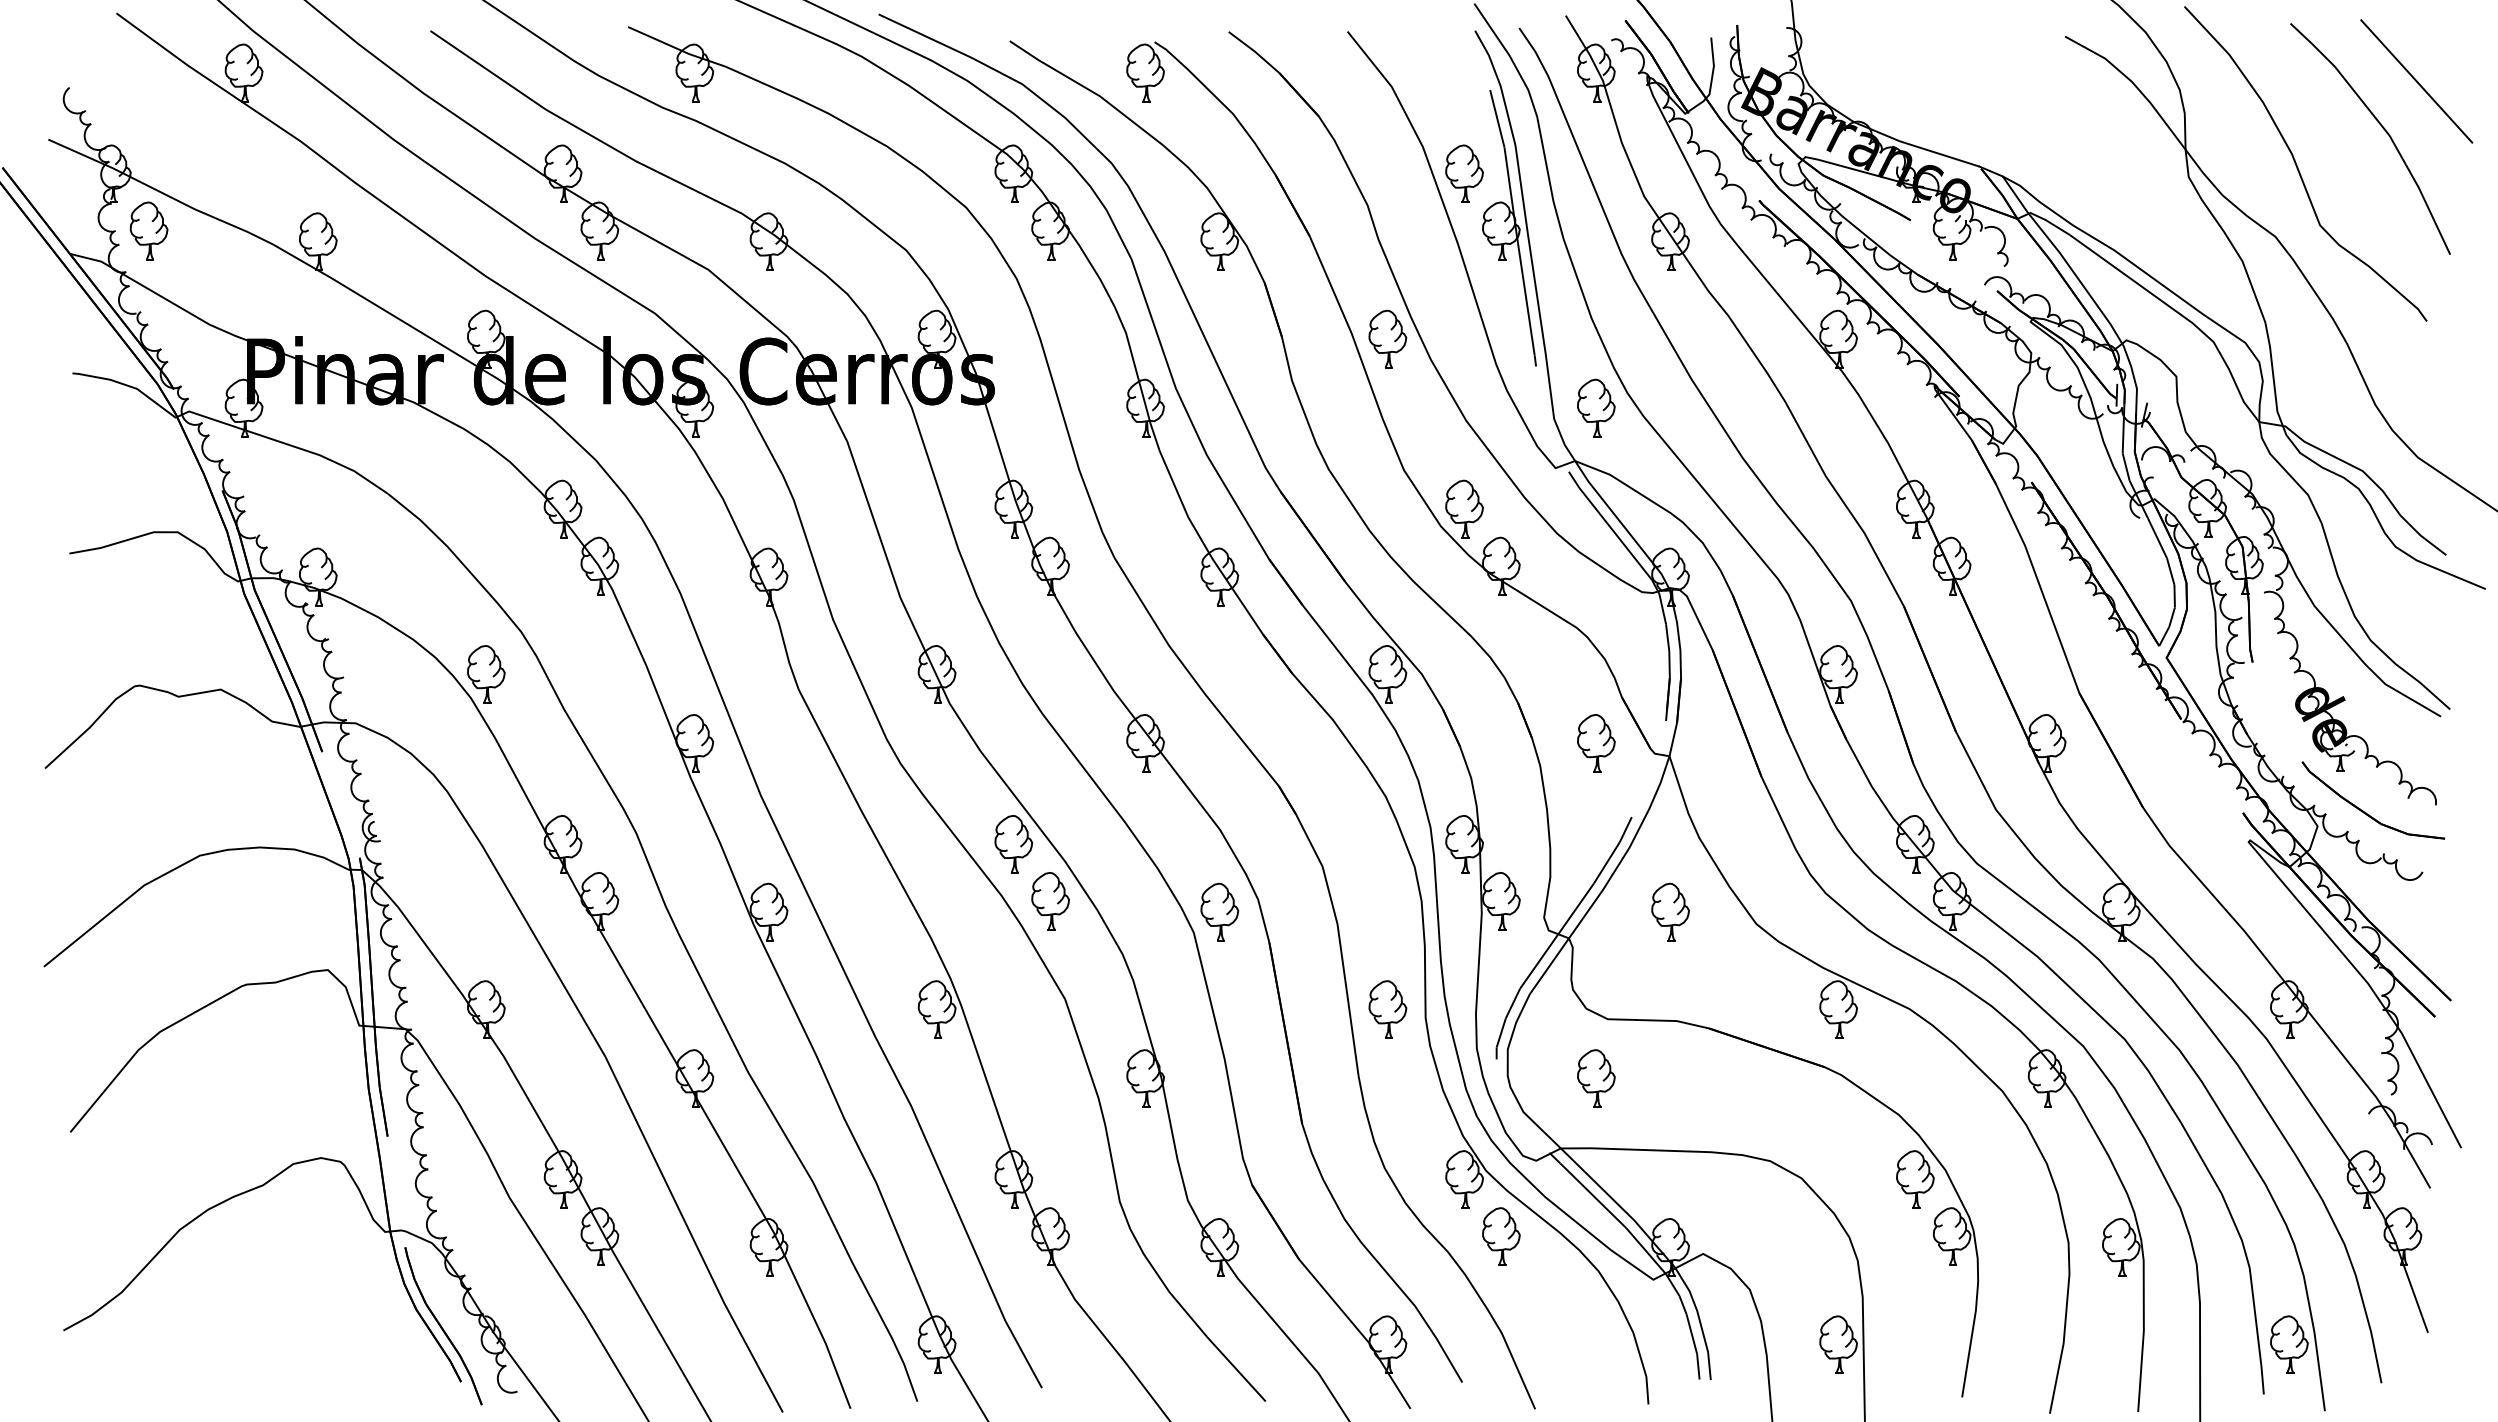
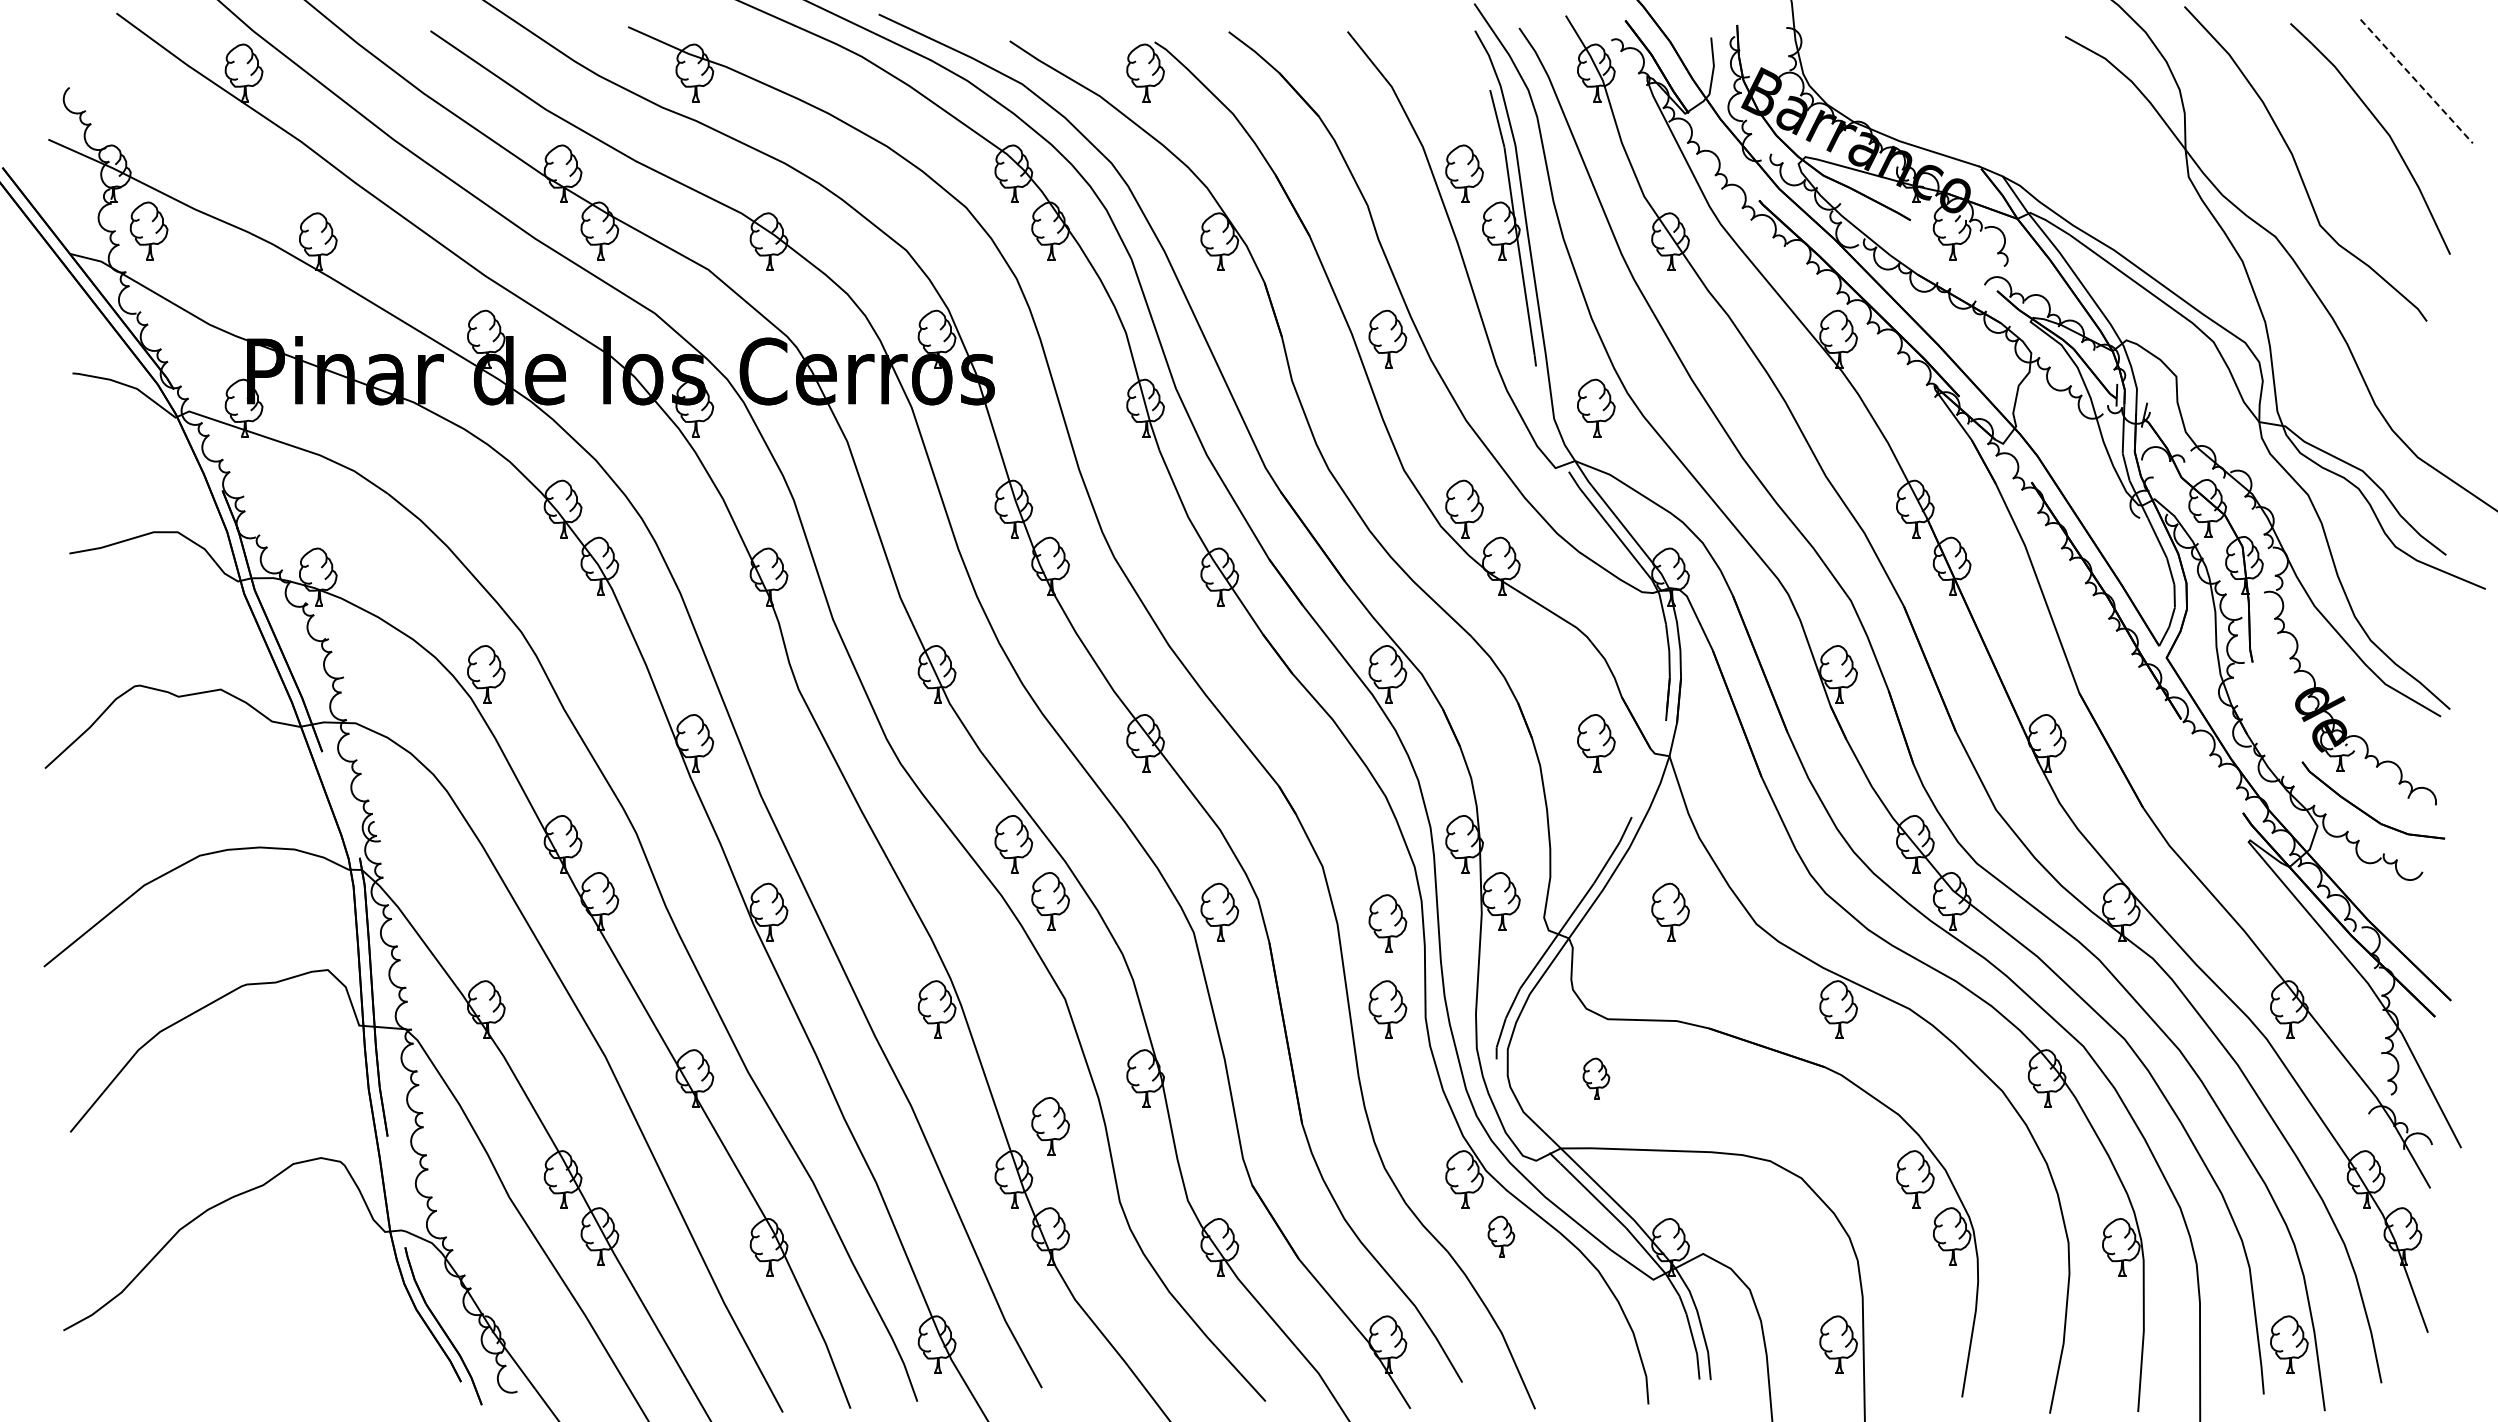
line at (2416, 81): solid -> dashed
part at (1387, 923): none -> present
part at (1596, 1078) size: 39x59 px -> 29x43 px
part at (1050, 1126): none -> present
part at (1501, 1236) size: 39x59 px -> 29x43 px
